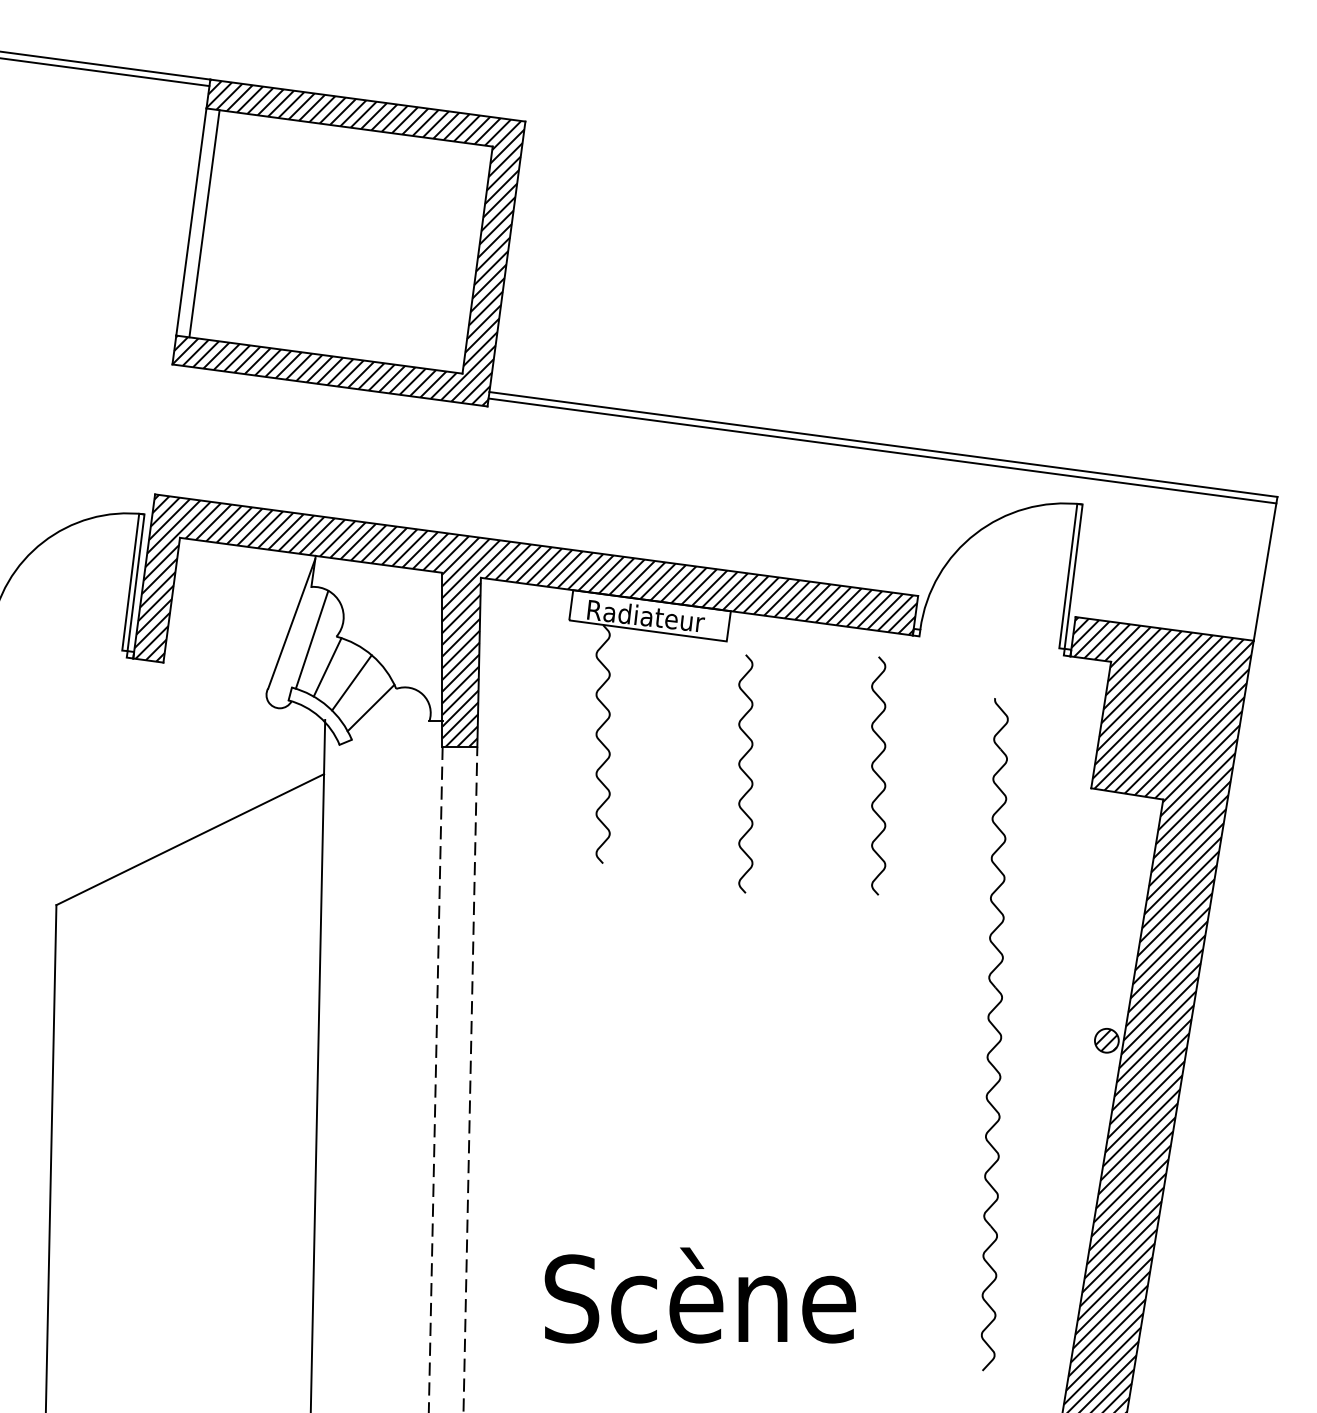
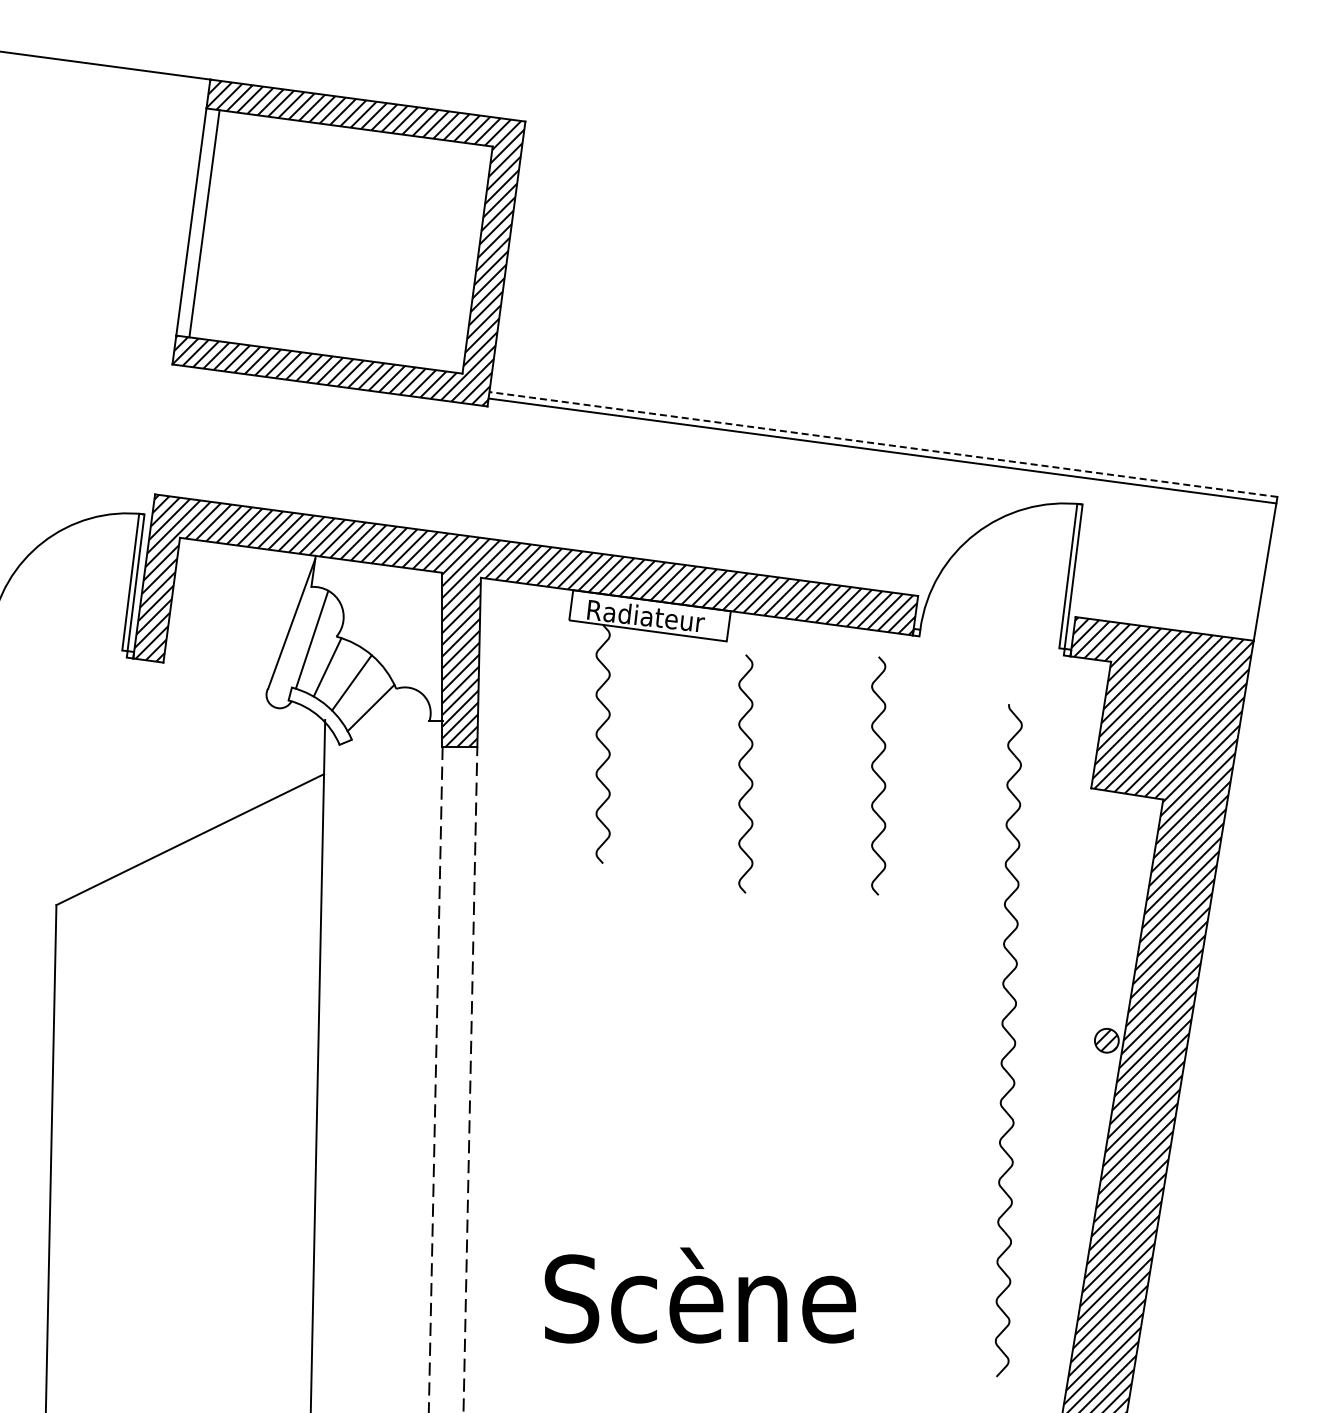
line at (105, 72): present -> none
line at (883, 444): solid -> dashed
part at (994, 1034) position: (994, 1034) -> (1008, 1040)
